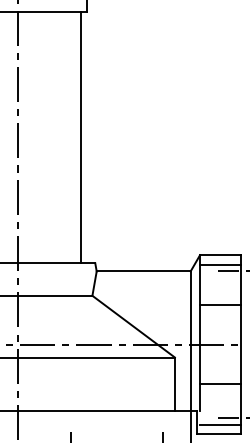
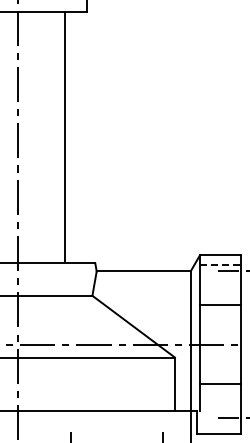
line at (80, 137) position: (80, 137) -> (64, 137)
line at (220, 264): solid -> dashed
line at (220, 424): present -> none
